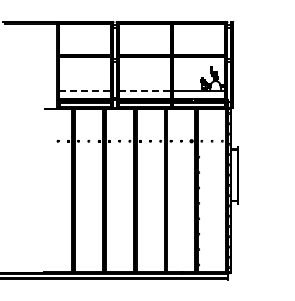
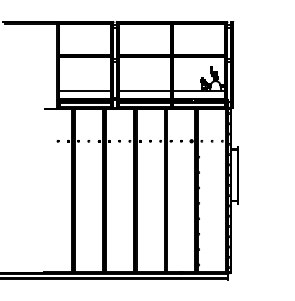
line at (85, 90): dashed -> solid
line at (145, 90): dashed -> solid
